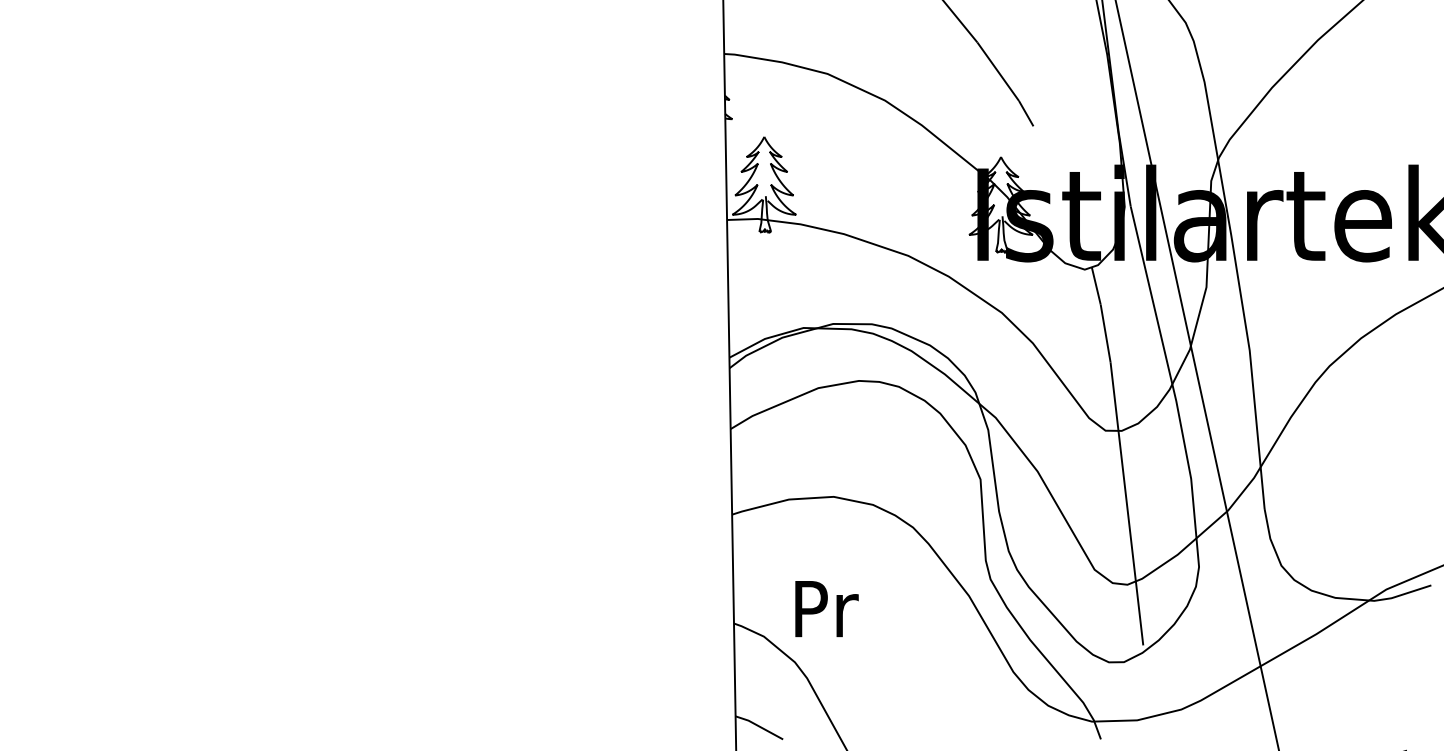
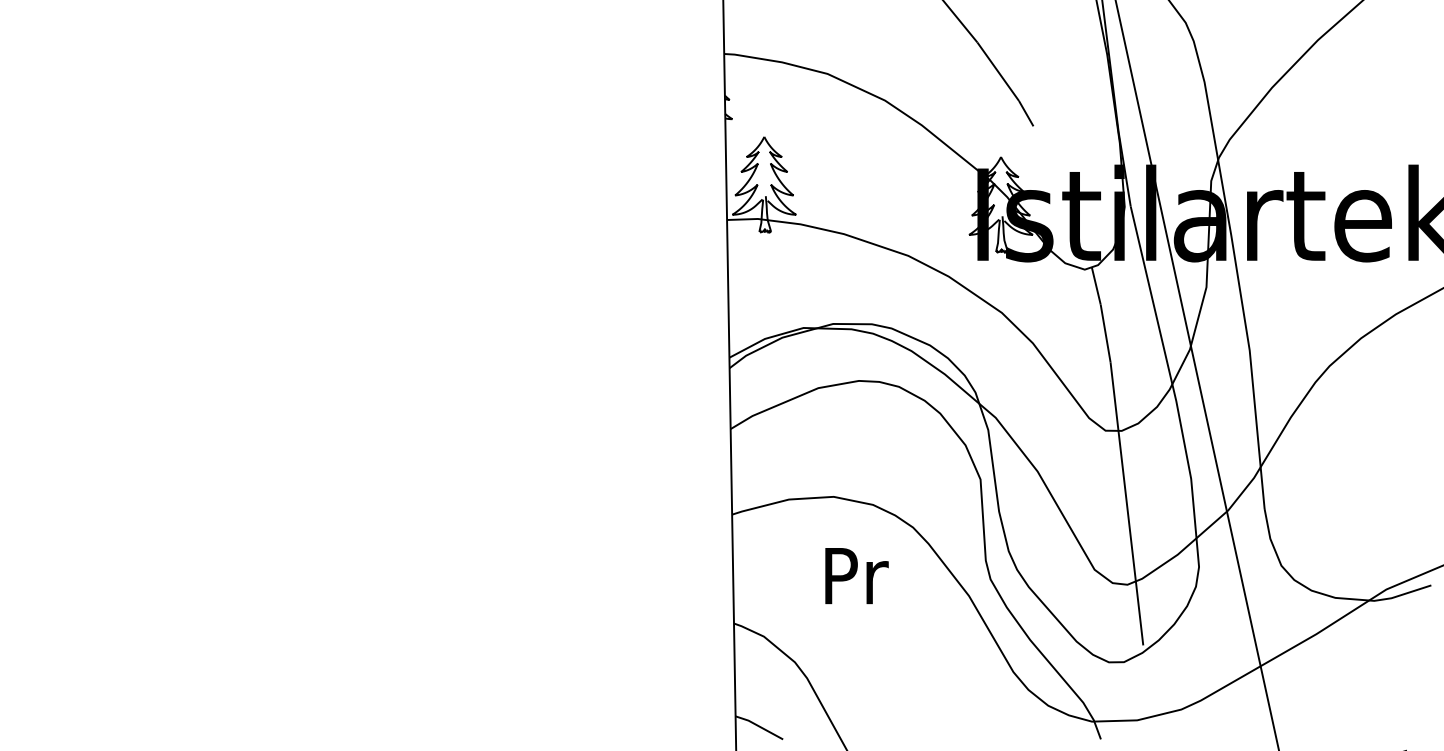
text at (826, 609) position: (826, 609) -> (856, 576)
